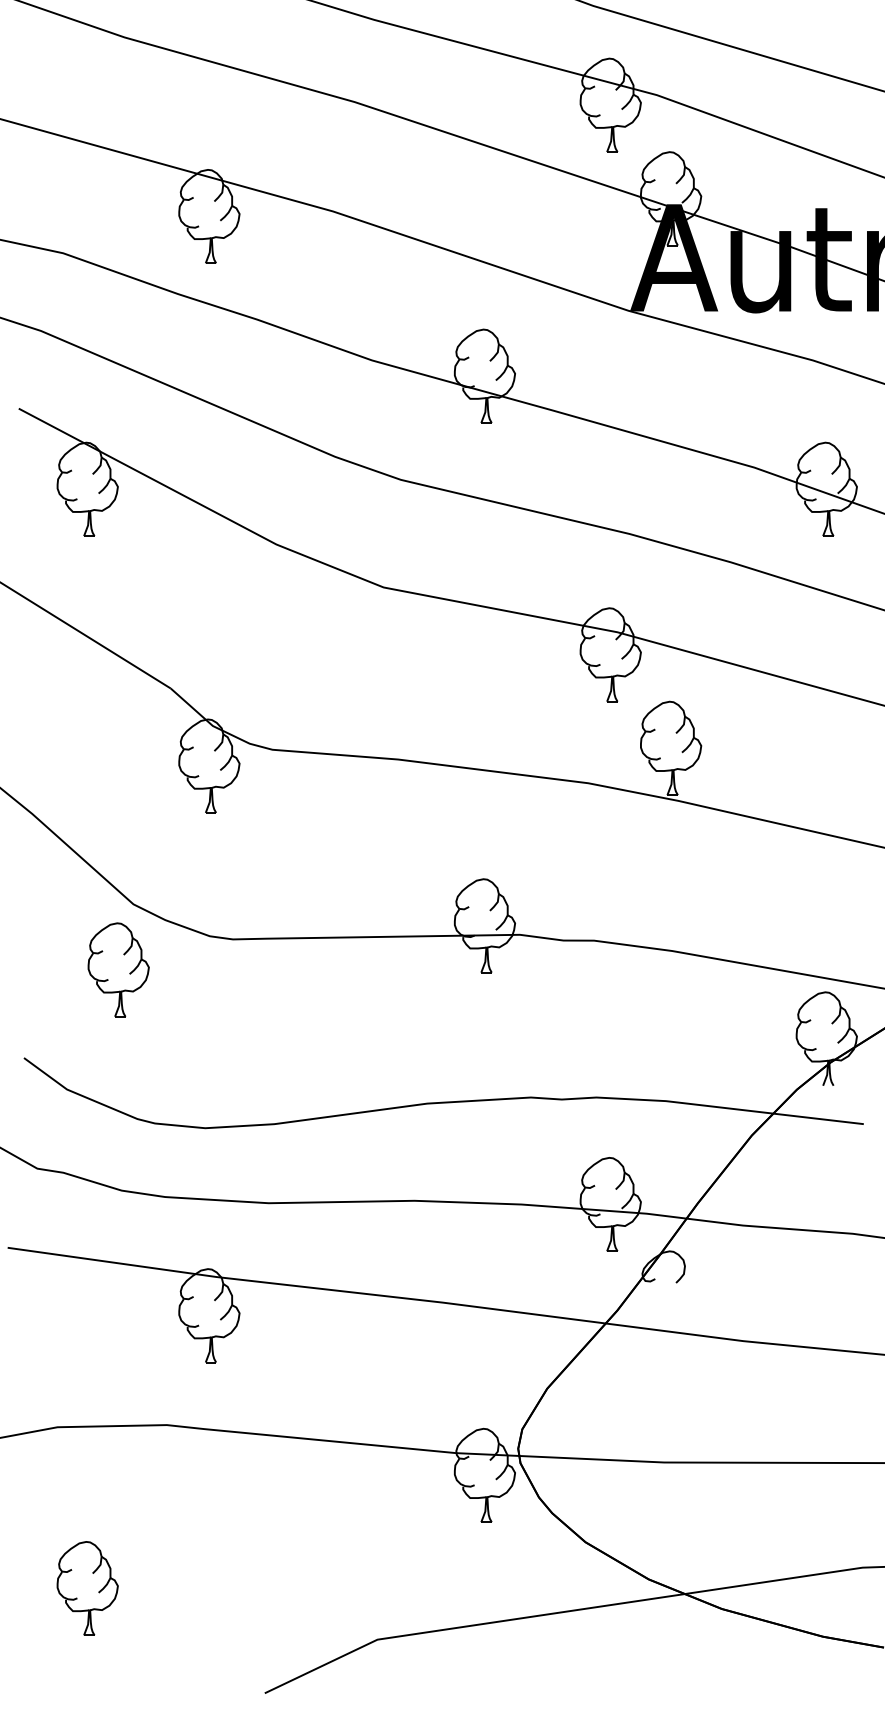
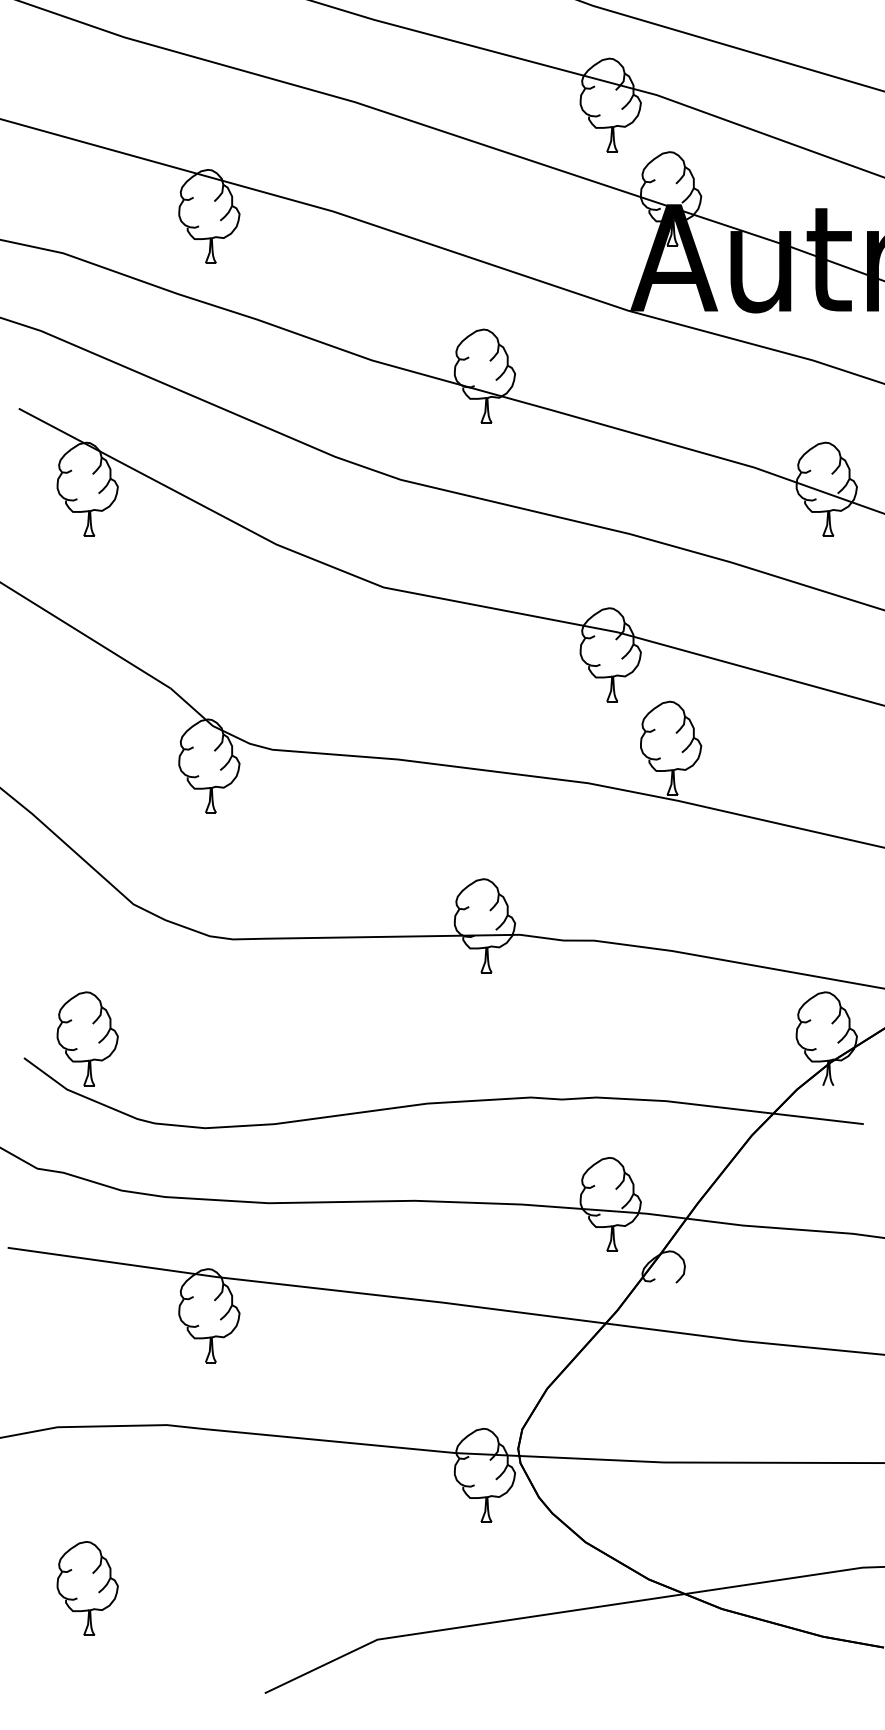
part at (118, 969) position: (118, 969) -> (87, 1038)
